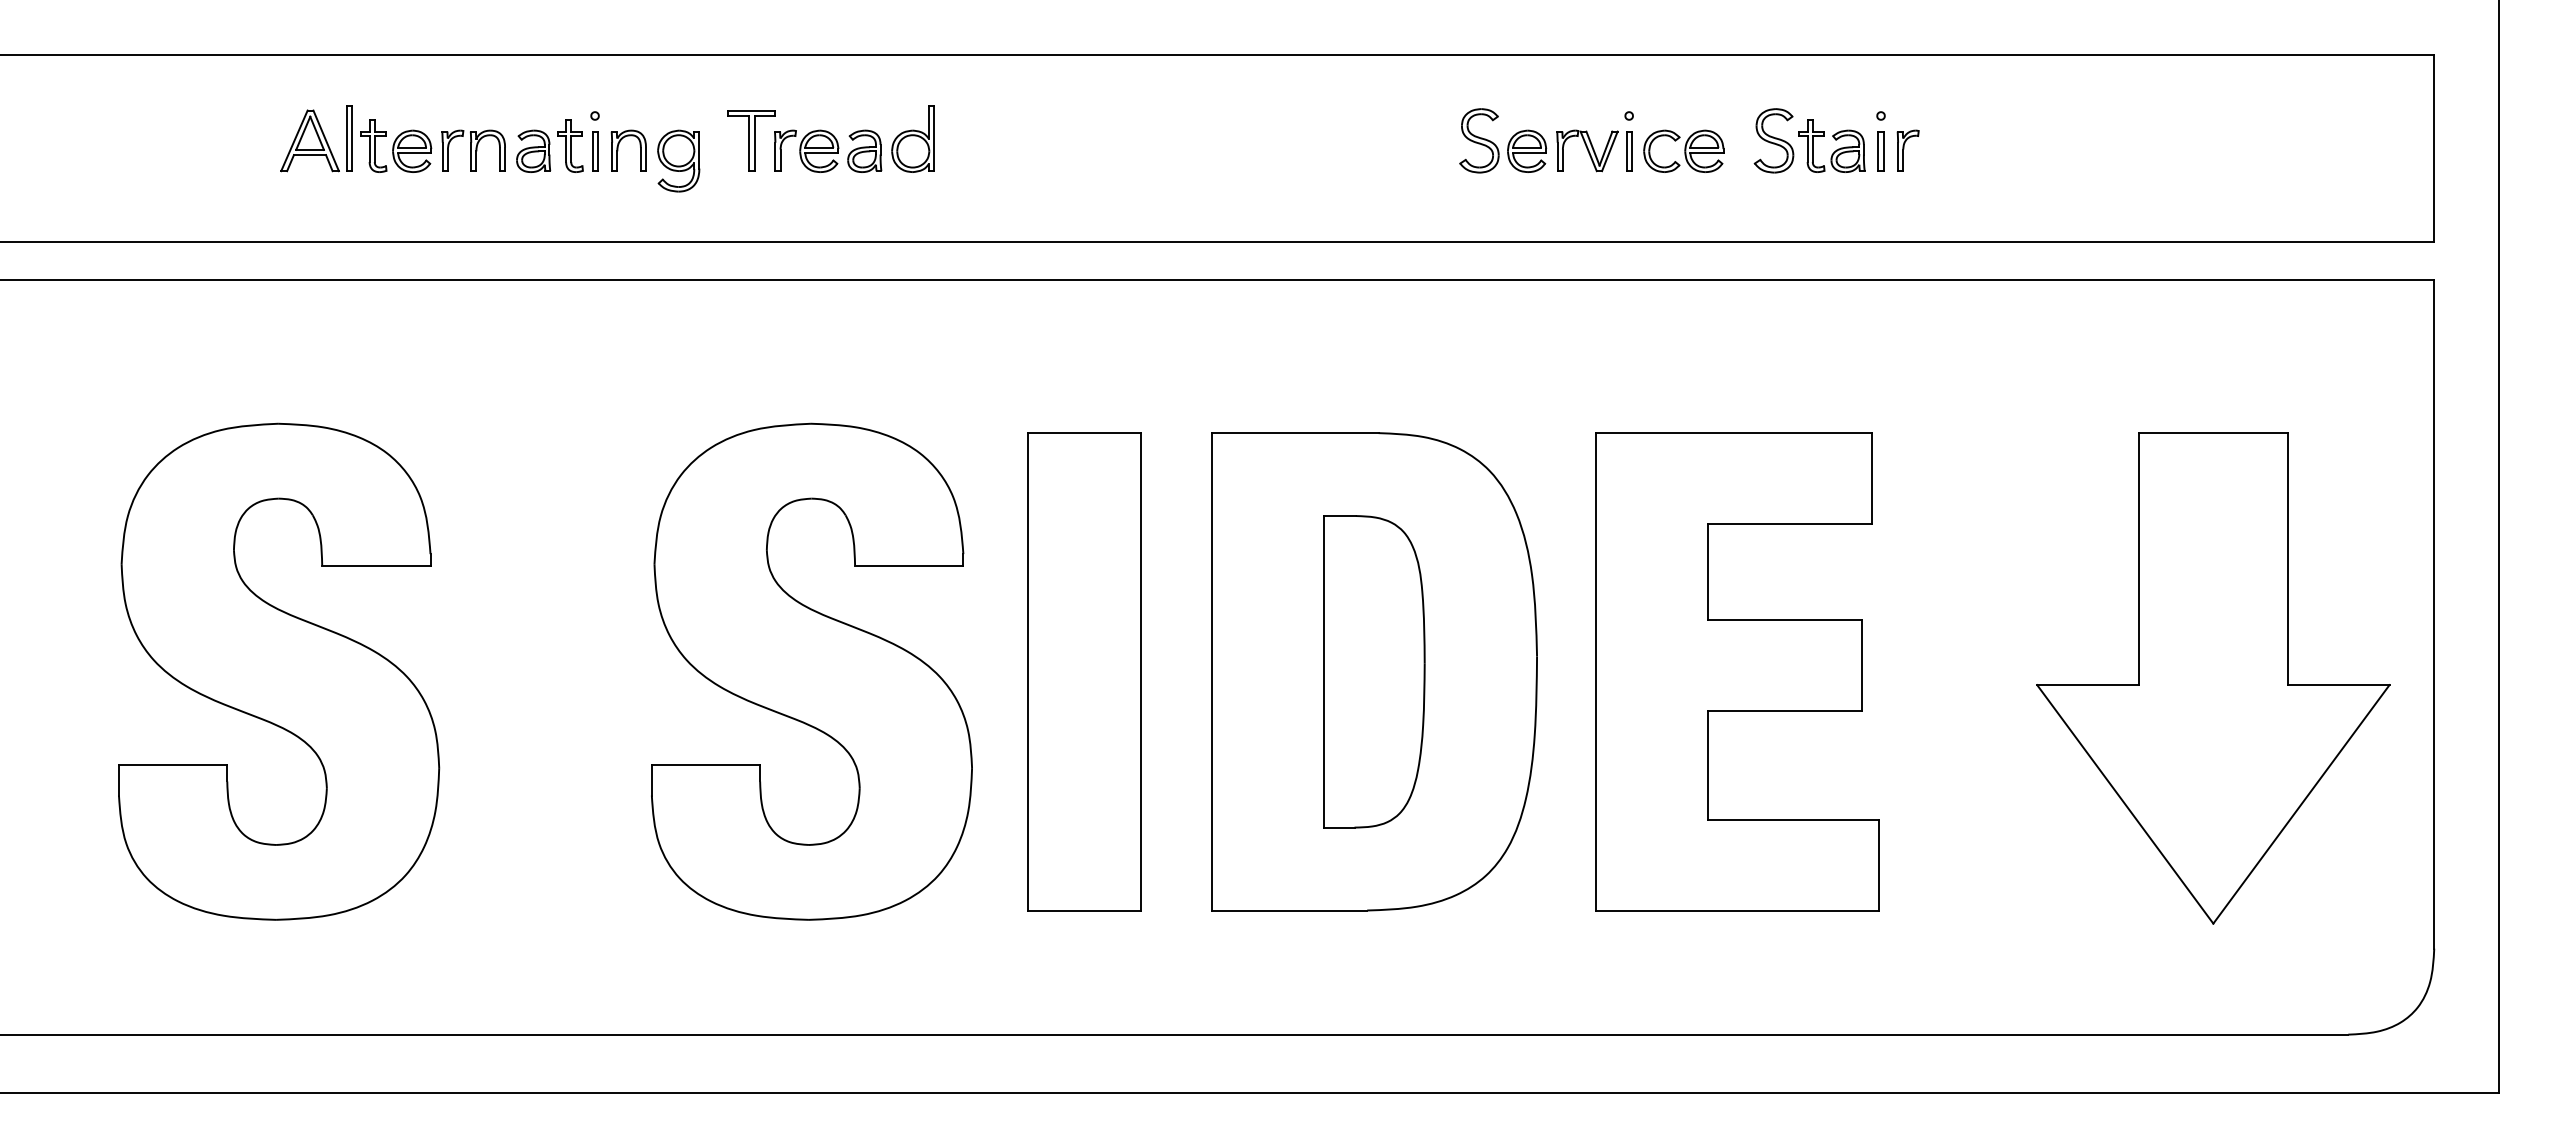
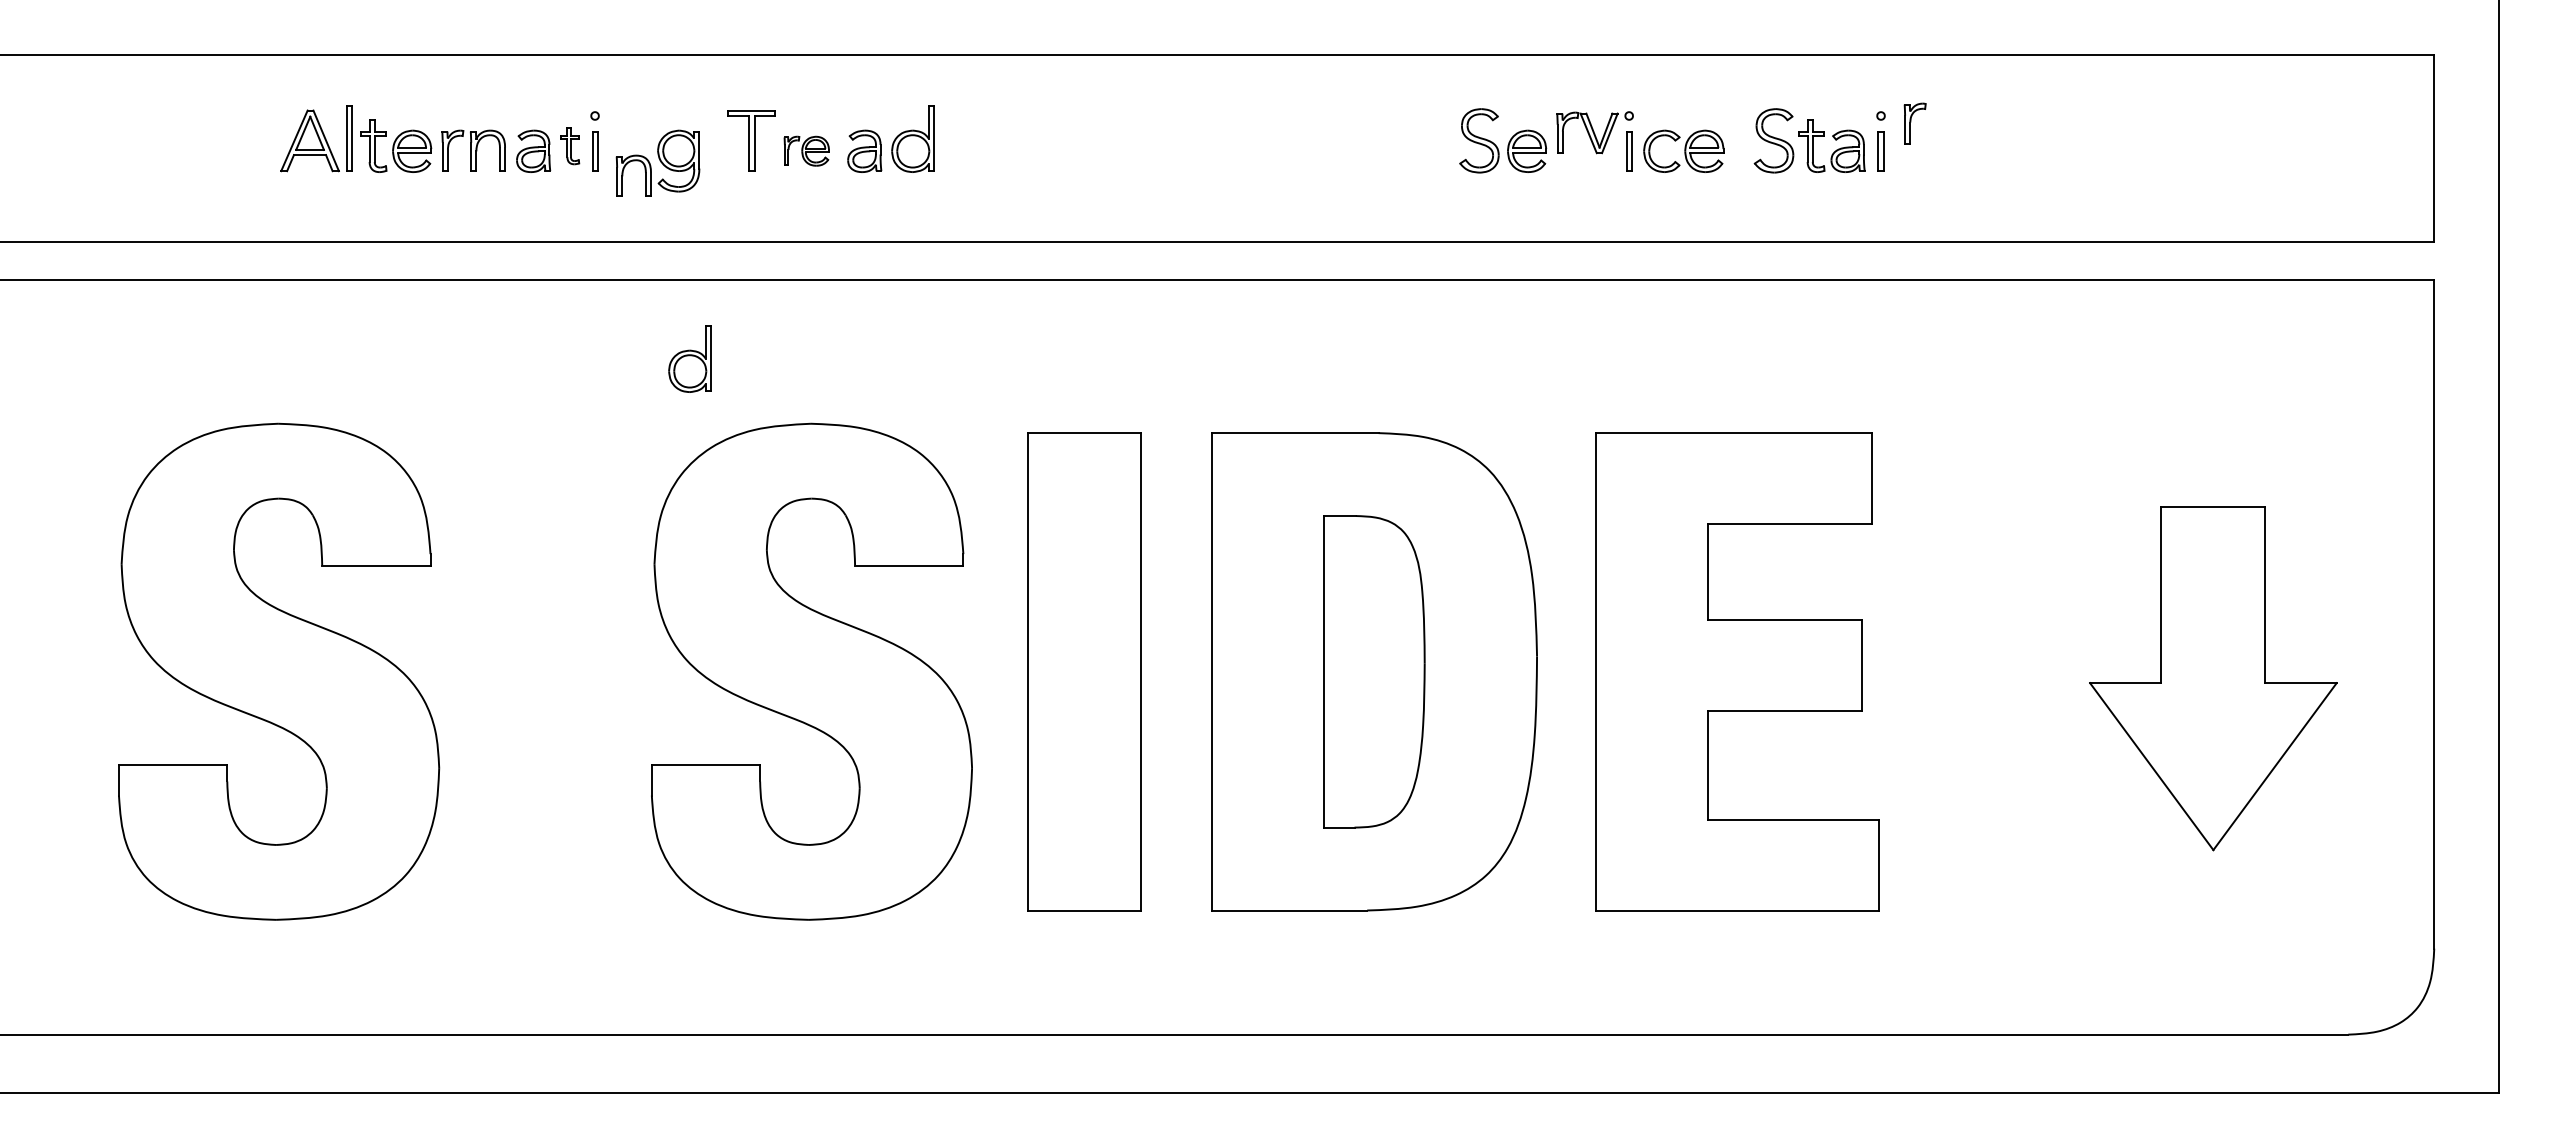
part at (570, 145) size: 27x54 px -> 21x39 px
part at (618, 150) position: (618, 150) -> (623, 175)
part at (806, 150) size: 66x44 px -> 47x32 px
part at (1587, 150) position: (1587, 150) -> (1587, 132)
part at (1907, 150) position: (1907, 150) -> (1914, 123)
part at (689, 358): none -> present
part at (2213, 678) size: 355x493 px -> 249x346 px
